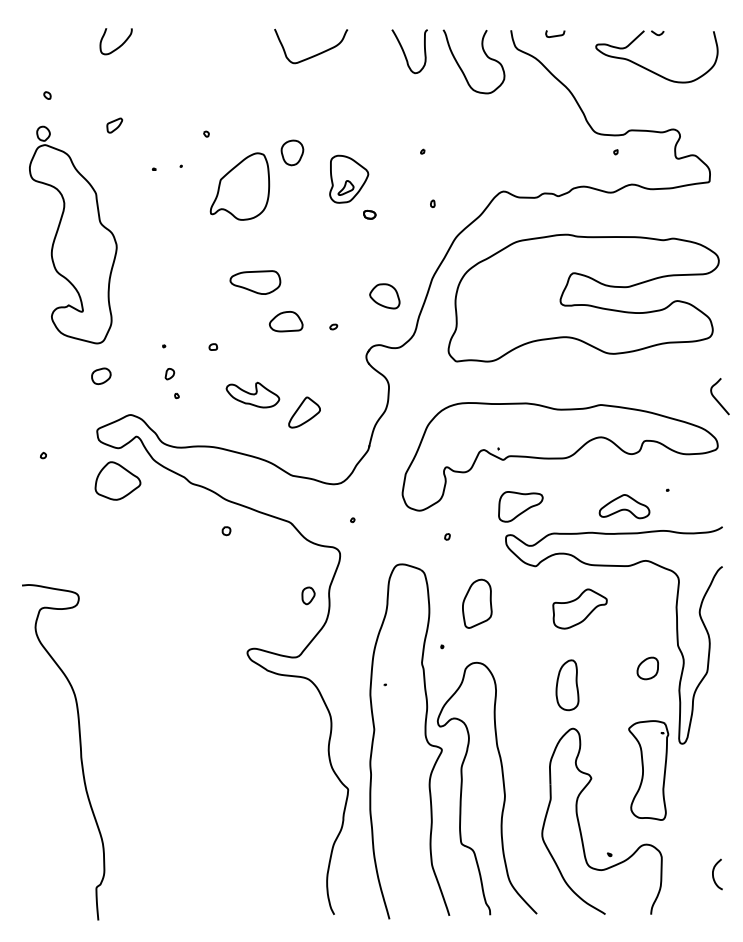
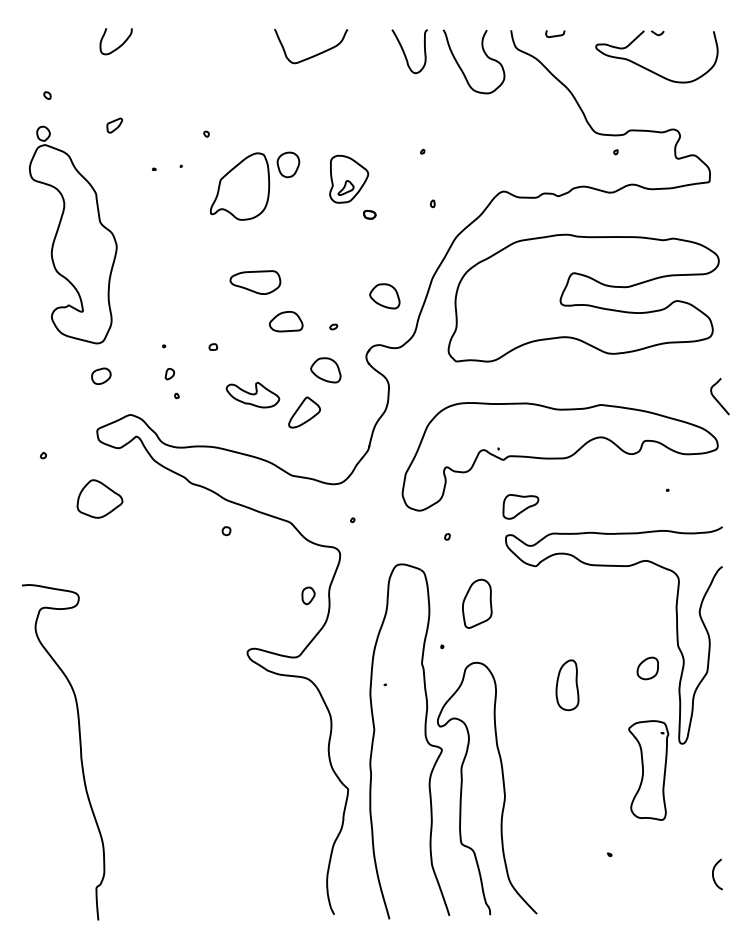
part at (292, 152) position: (292, 152) -> (288, 164)
part at (325, 370): none -> present
part at (117, 480) position: (117, 480) -> (99, 498)
part at (520, 506) size: 46x32 px -> 38x26 px
part at (624, 506): present -> none
part at (579, 608): present -> none
part at (580, 825): present -> none
